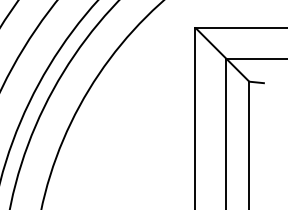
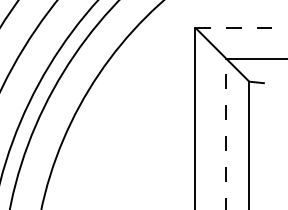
line at (241, 27): solid -> dashed
line at (226, 133): solid -> dashed
